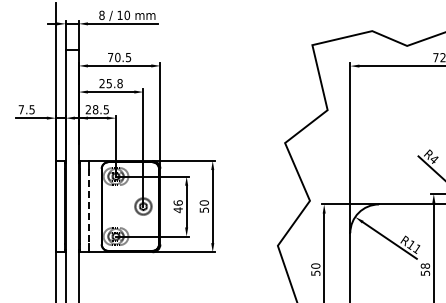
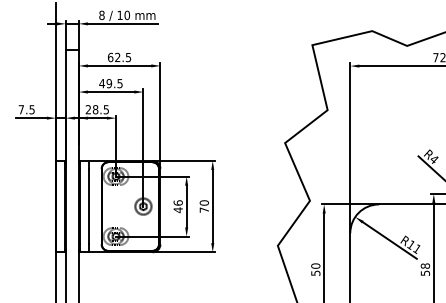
text at (113, 57): 70.5 -> 62.5
text at (110, 83): 25.8 -> 49.5
line at (88, 206): dashed -> solid
text at (204, 209): 50 -> 70
